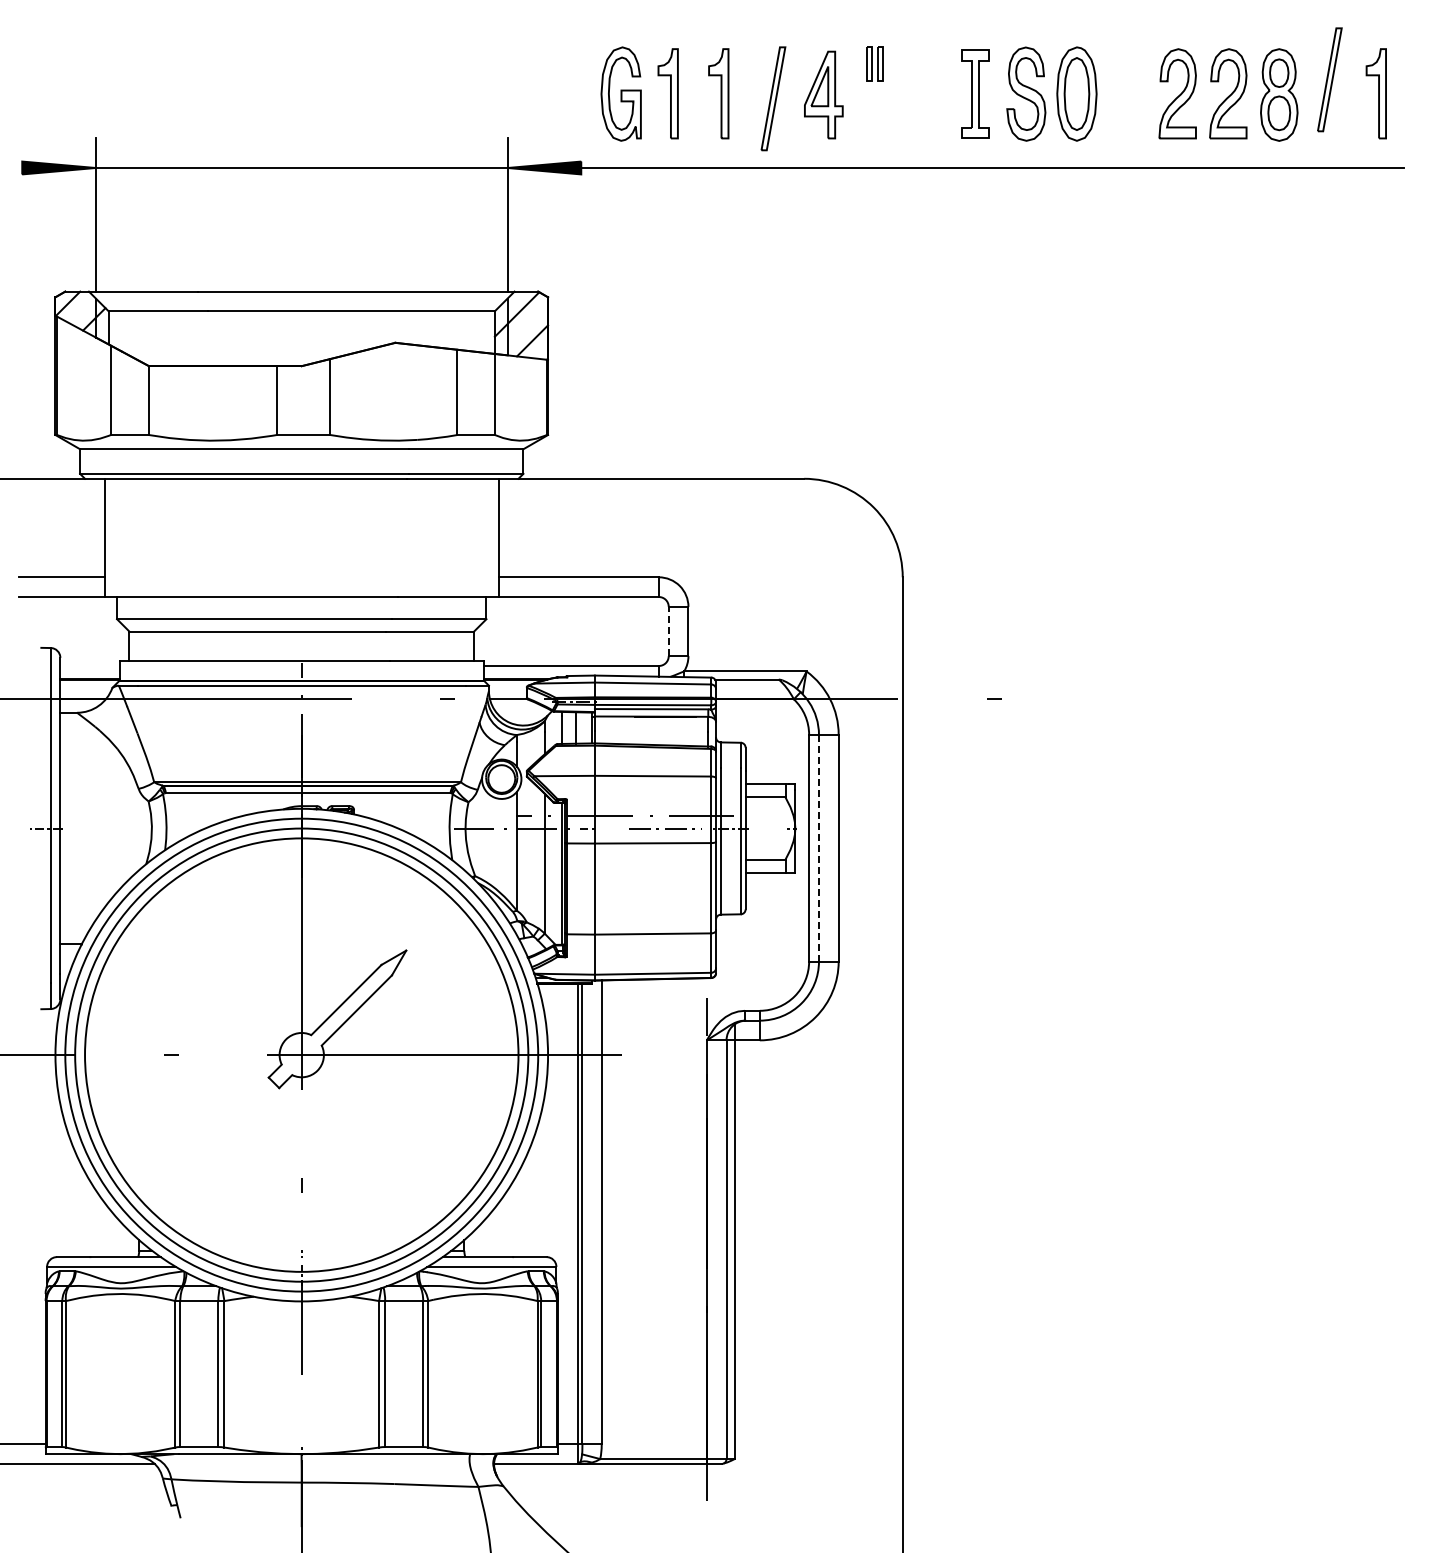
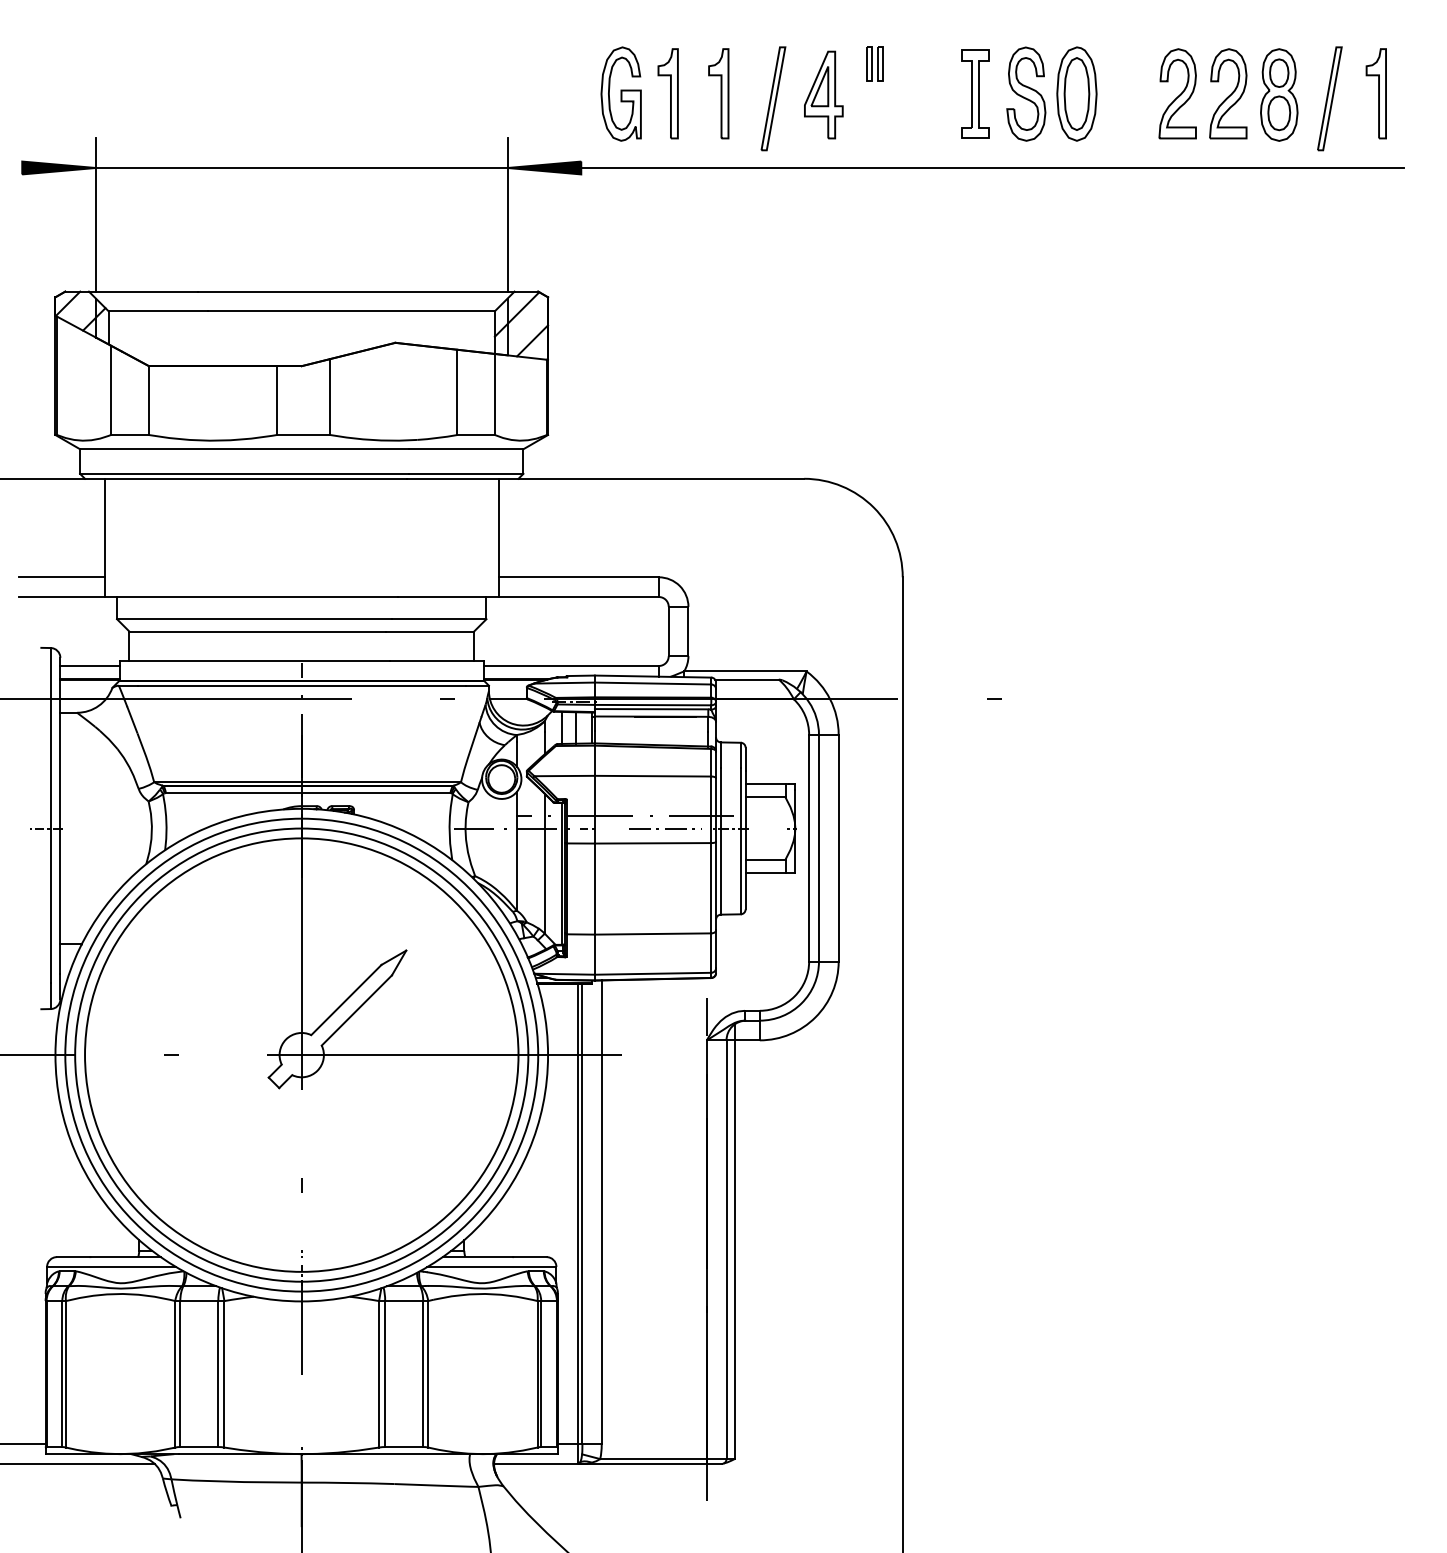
part at (1329, 79) position: (1329, 79) -> (1329, 98)
line at (668, 631): dashed -> solid
line at (89, 665): none -> present
line at (818, 847): dashed -> solid
